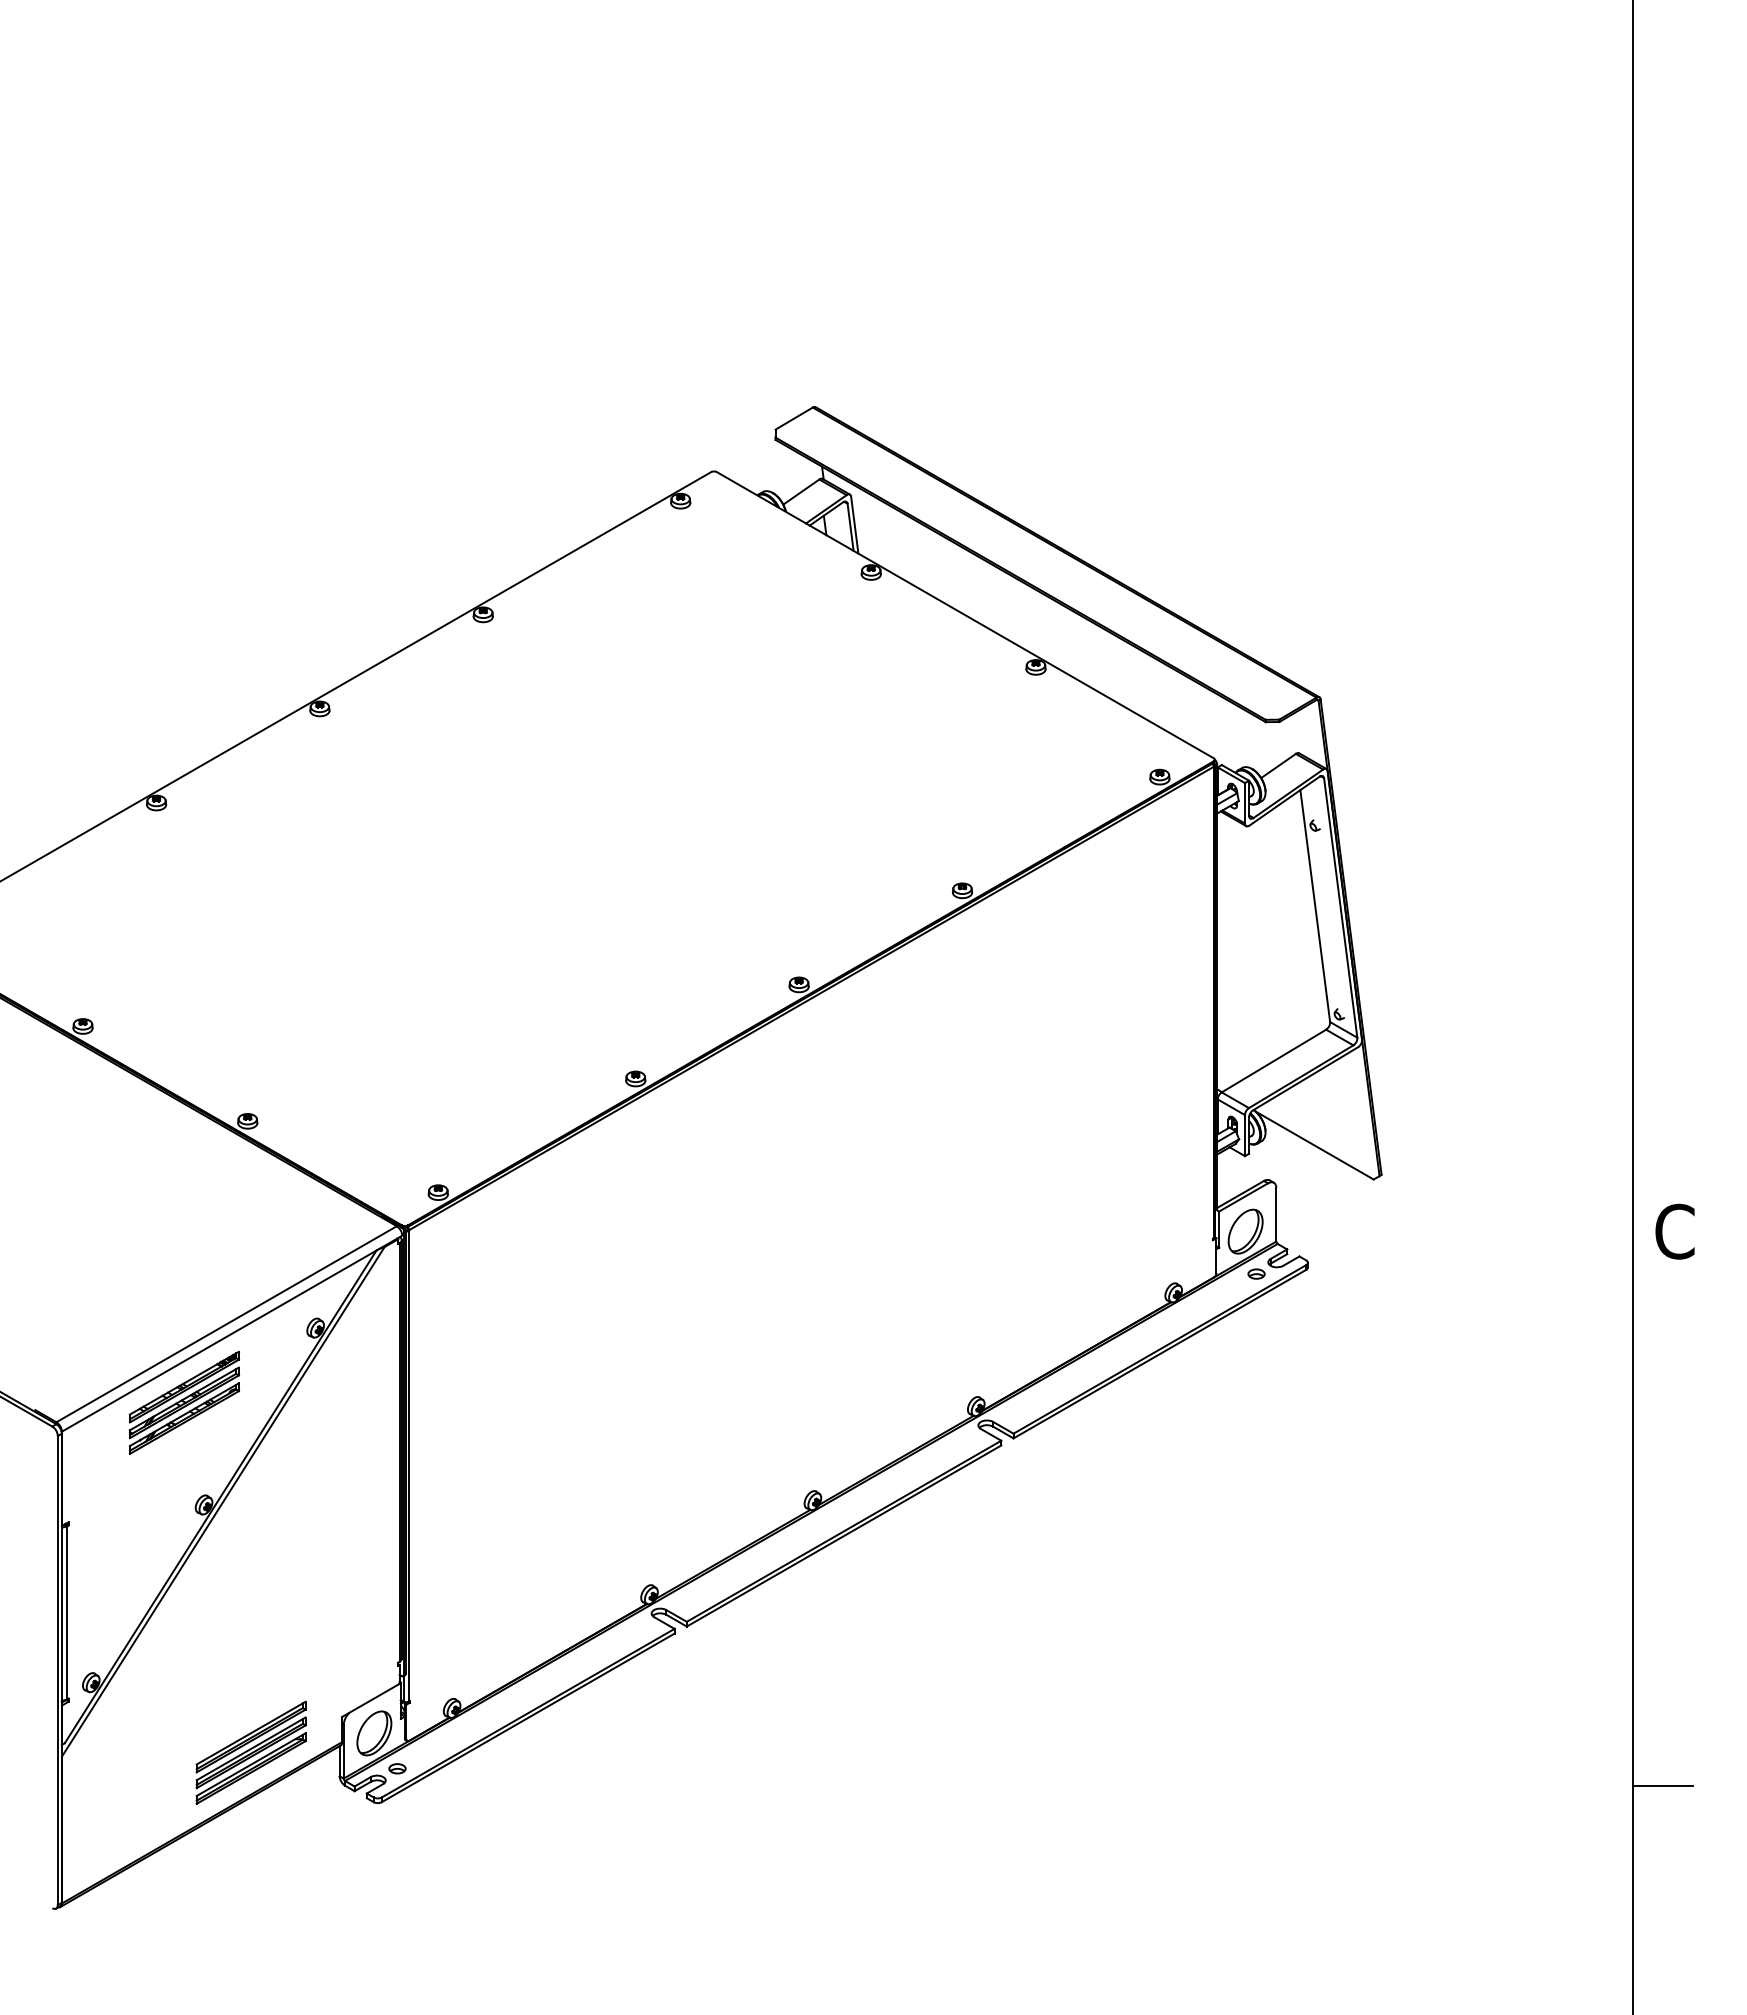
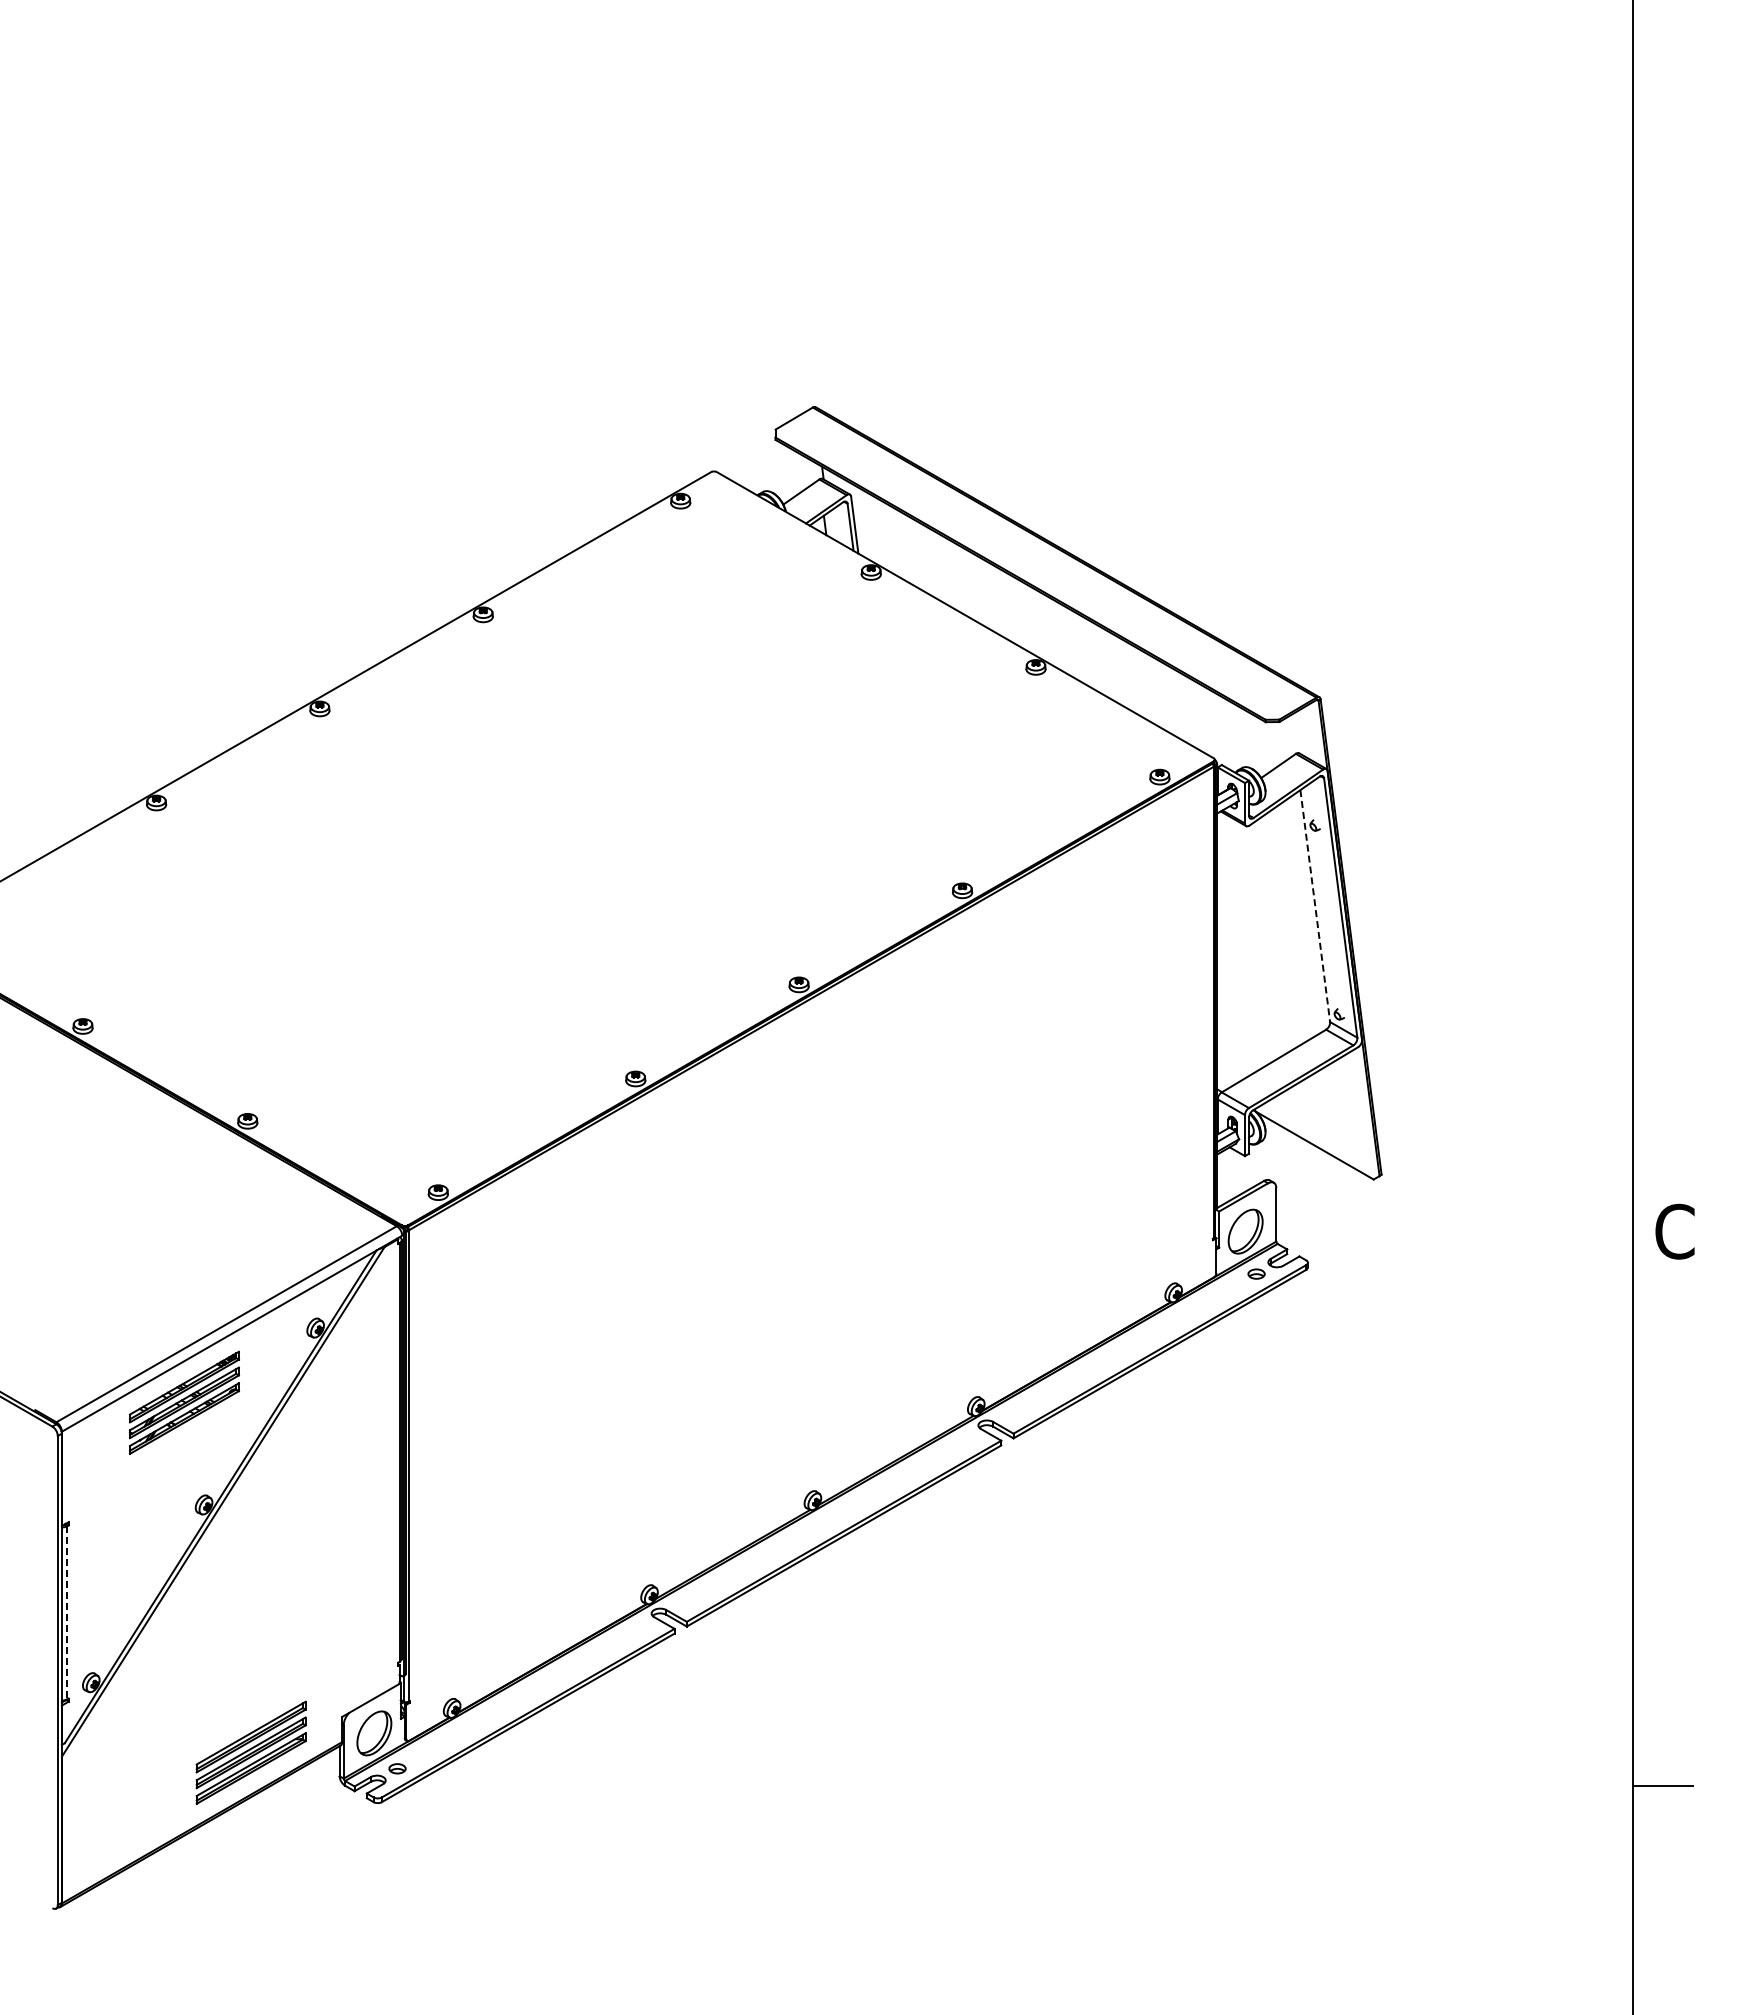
line at (1315, 906): solid -> dashed
line at (67, 1612): solid -> dashed
